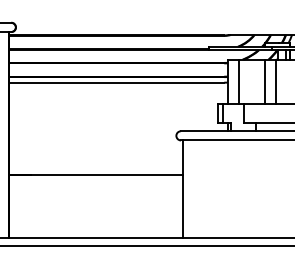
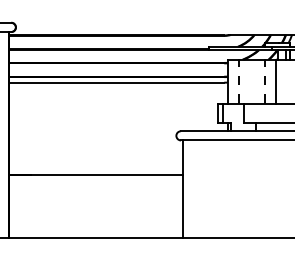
line at (238, 81): solid -> dashed
line at (265, 81): solid -> dashed
line at (146, 246): present -> none
